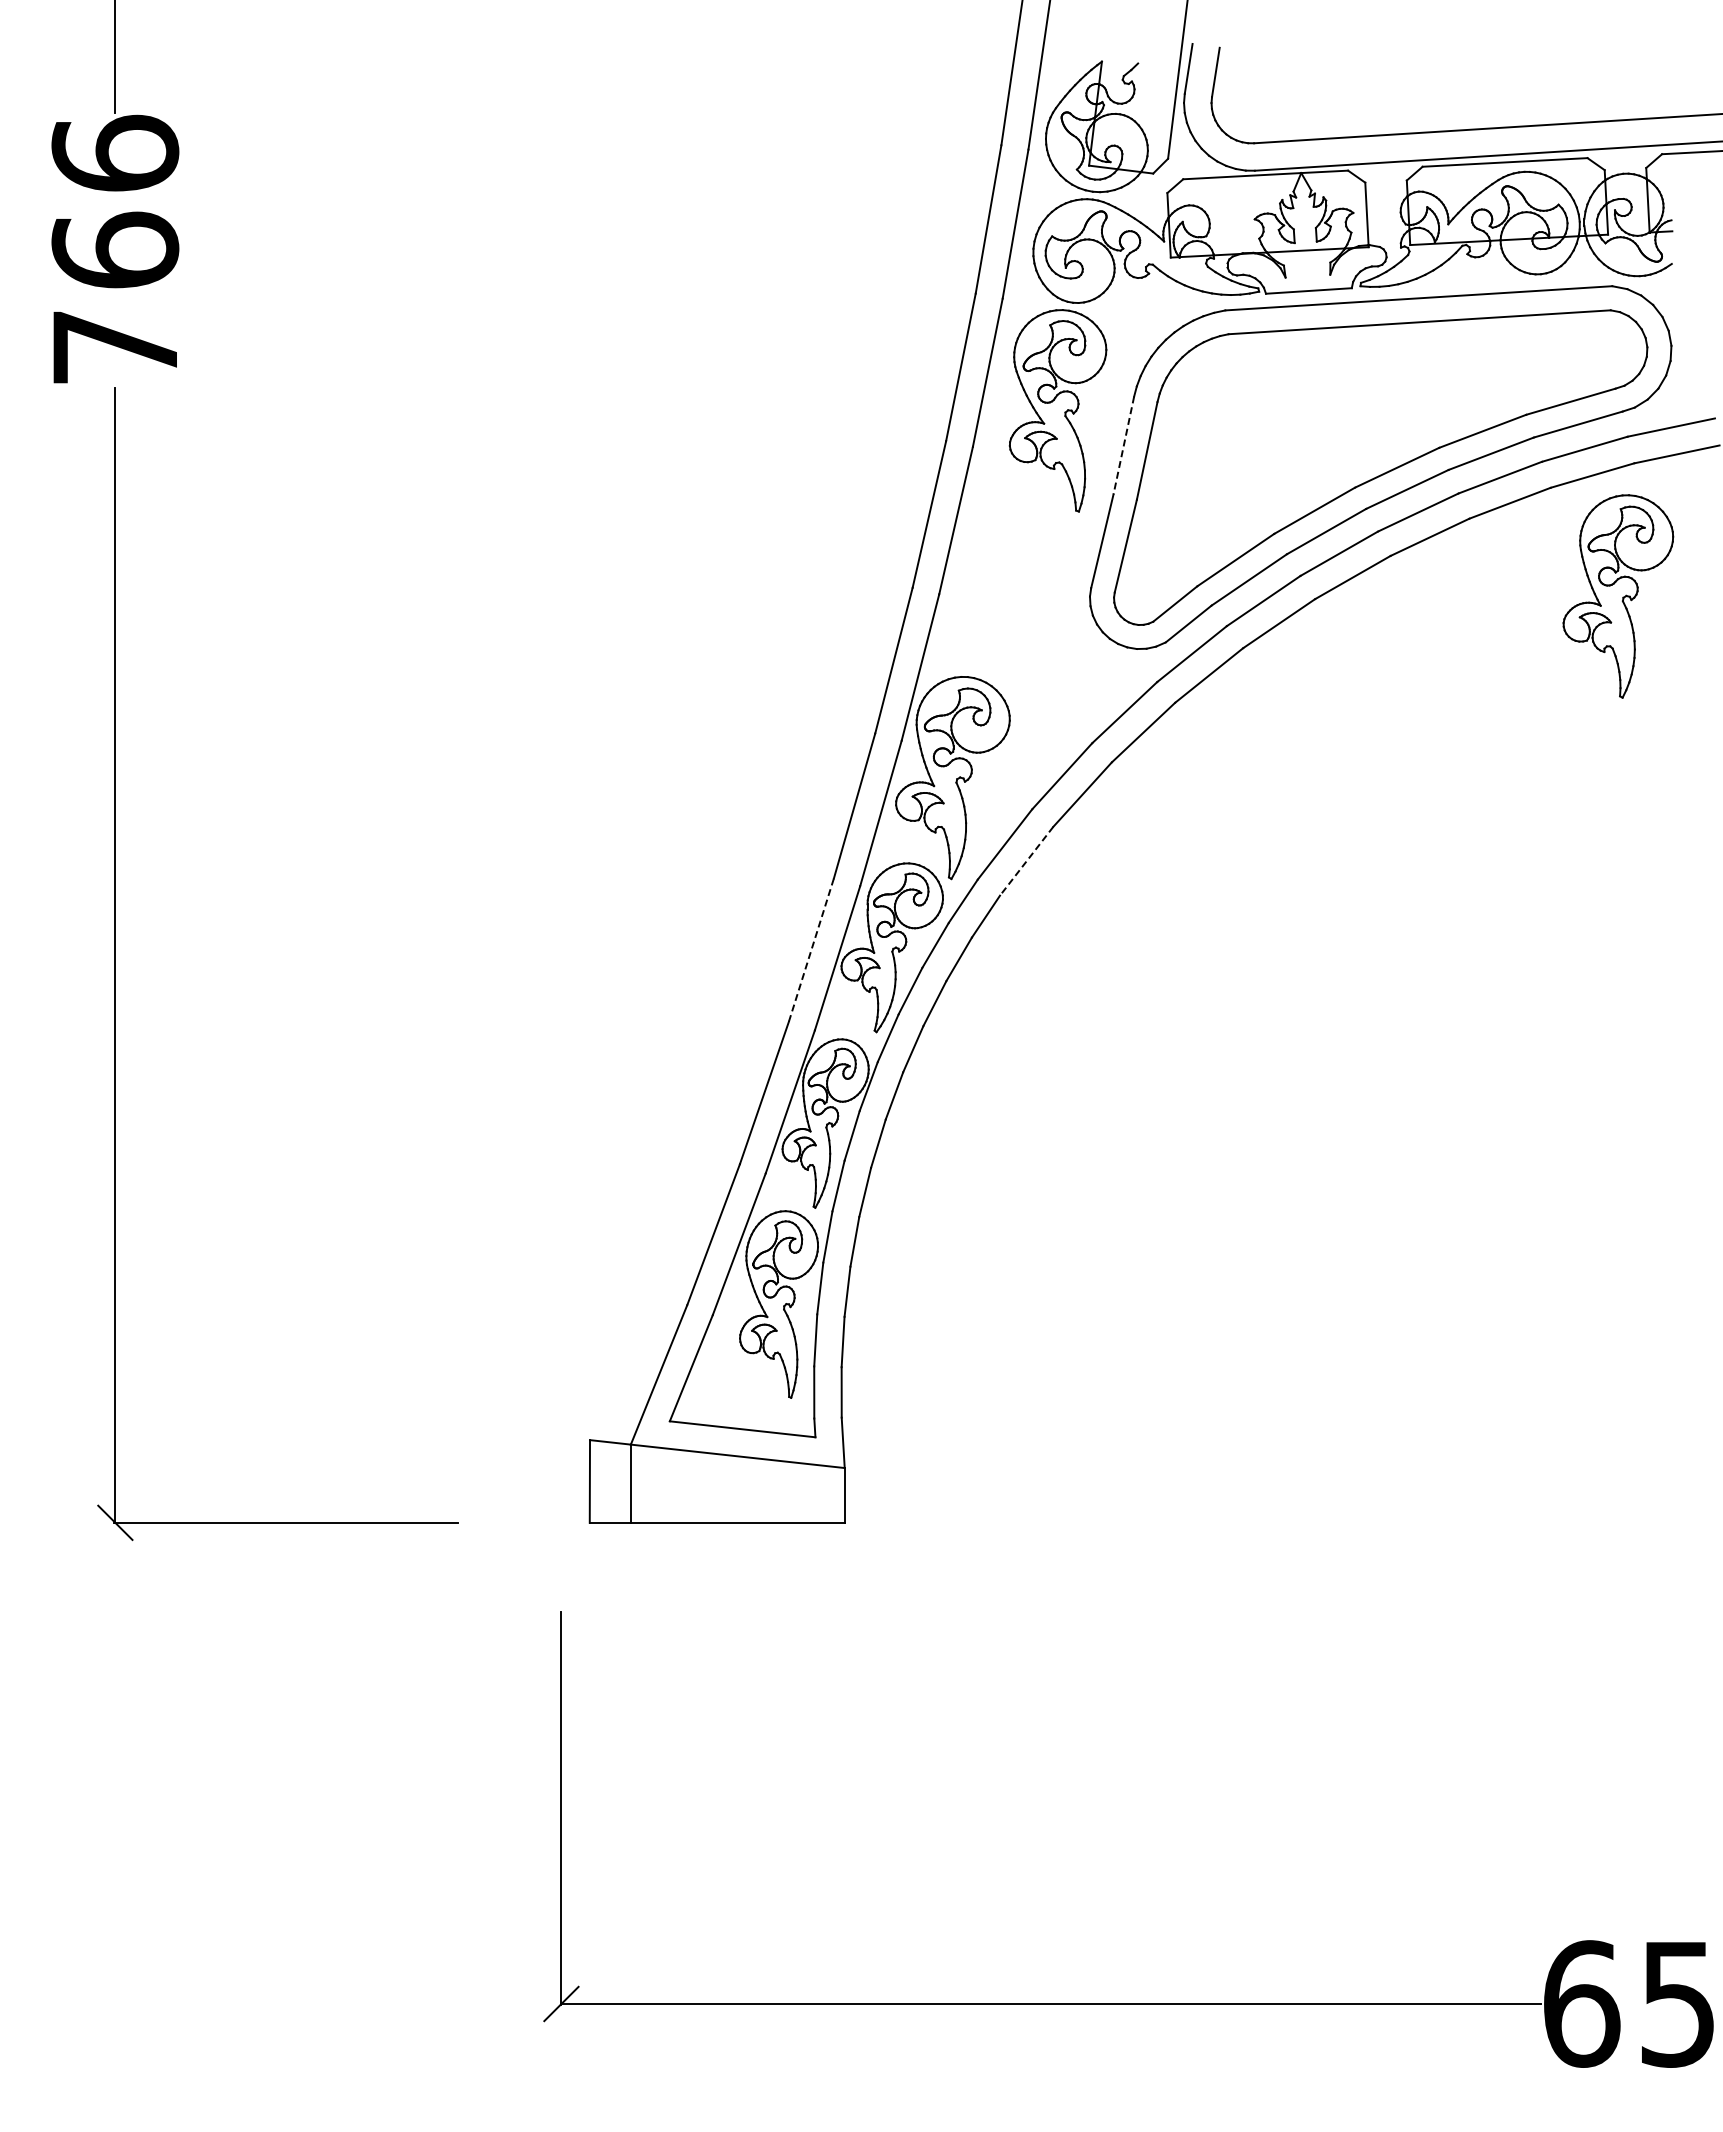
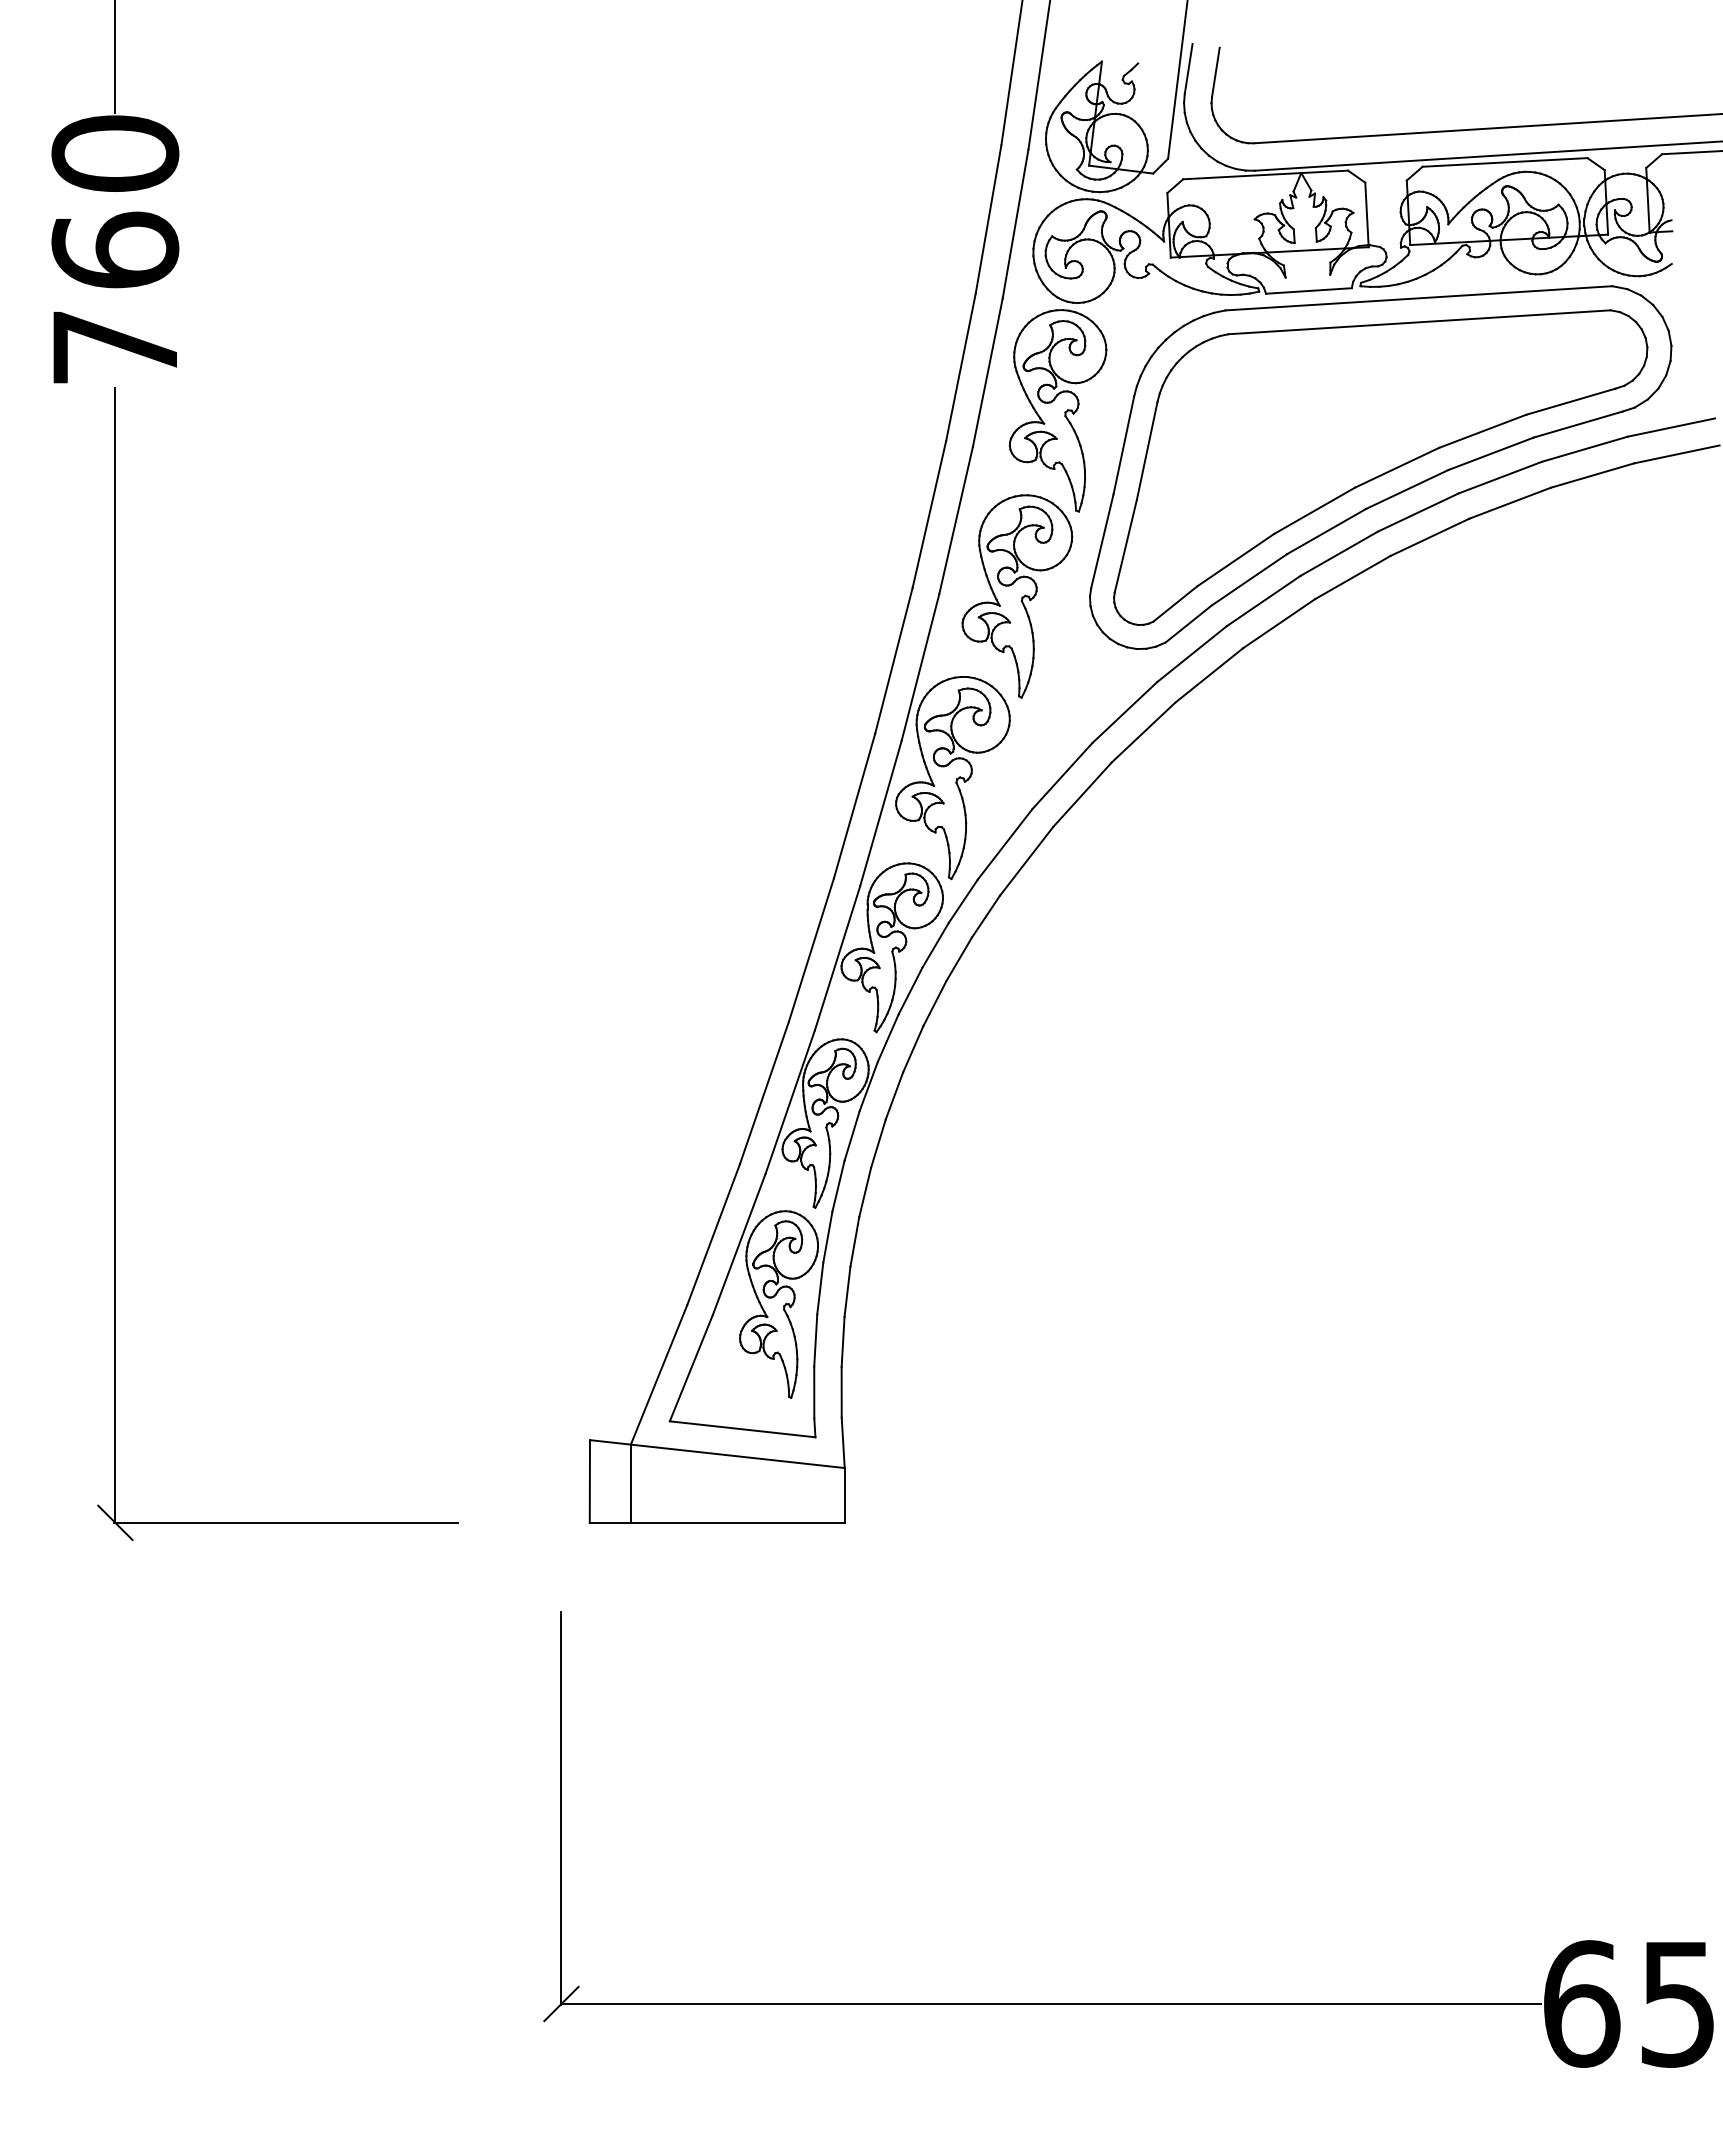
text at (115, 152): 766 -> 760
line at (1123, 445): dashed -> solid
part at (1618, 596) position: (1618, 596) -> (1017, 596)
line at (1026, 861): dashed -> solid
line at (811, 949): dashed -> solid
